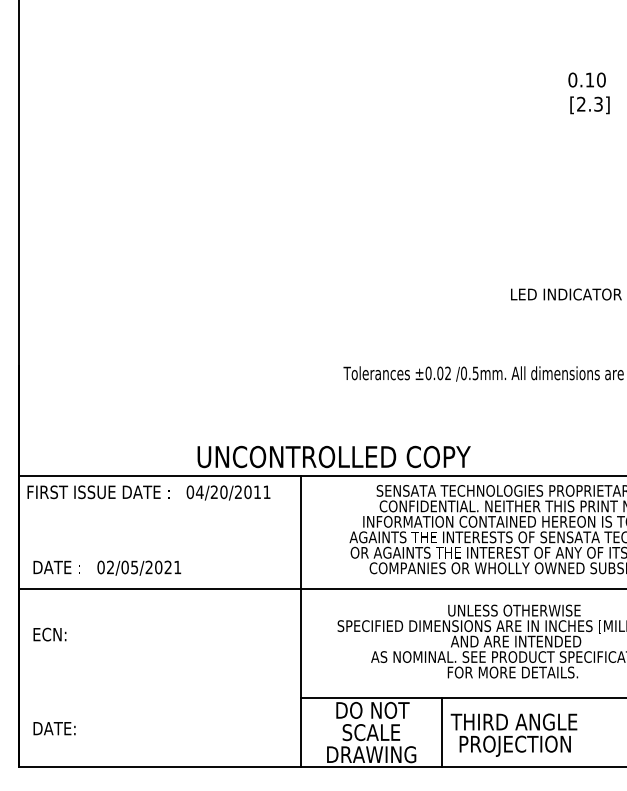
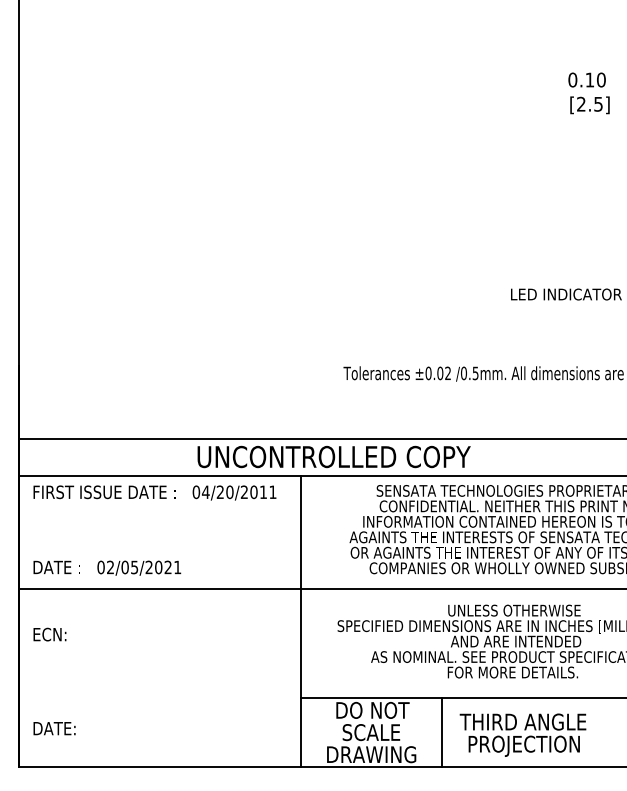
text at (598, 103): [2.3] -> [2.5]
line at (320, 438): none -> present
text at (148, 492) position: (148, 492) -> (154, 492)
text at (513, 734) position: (513, 734) -> (522, 734)
